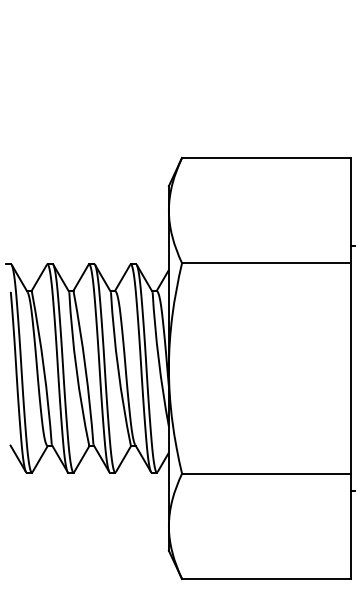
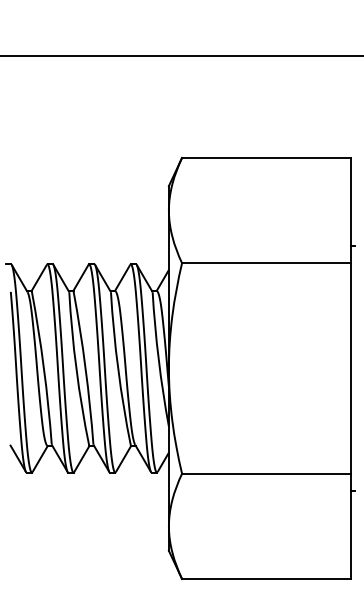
line at (181, 55): none -> present
